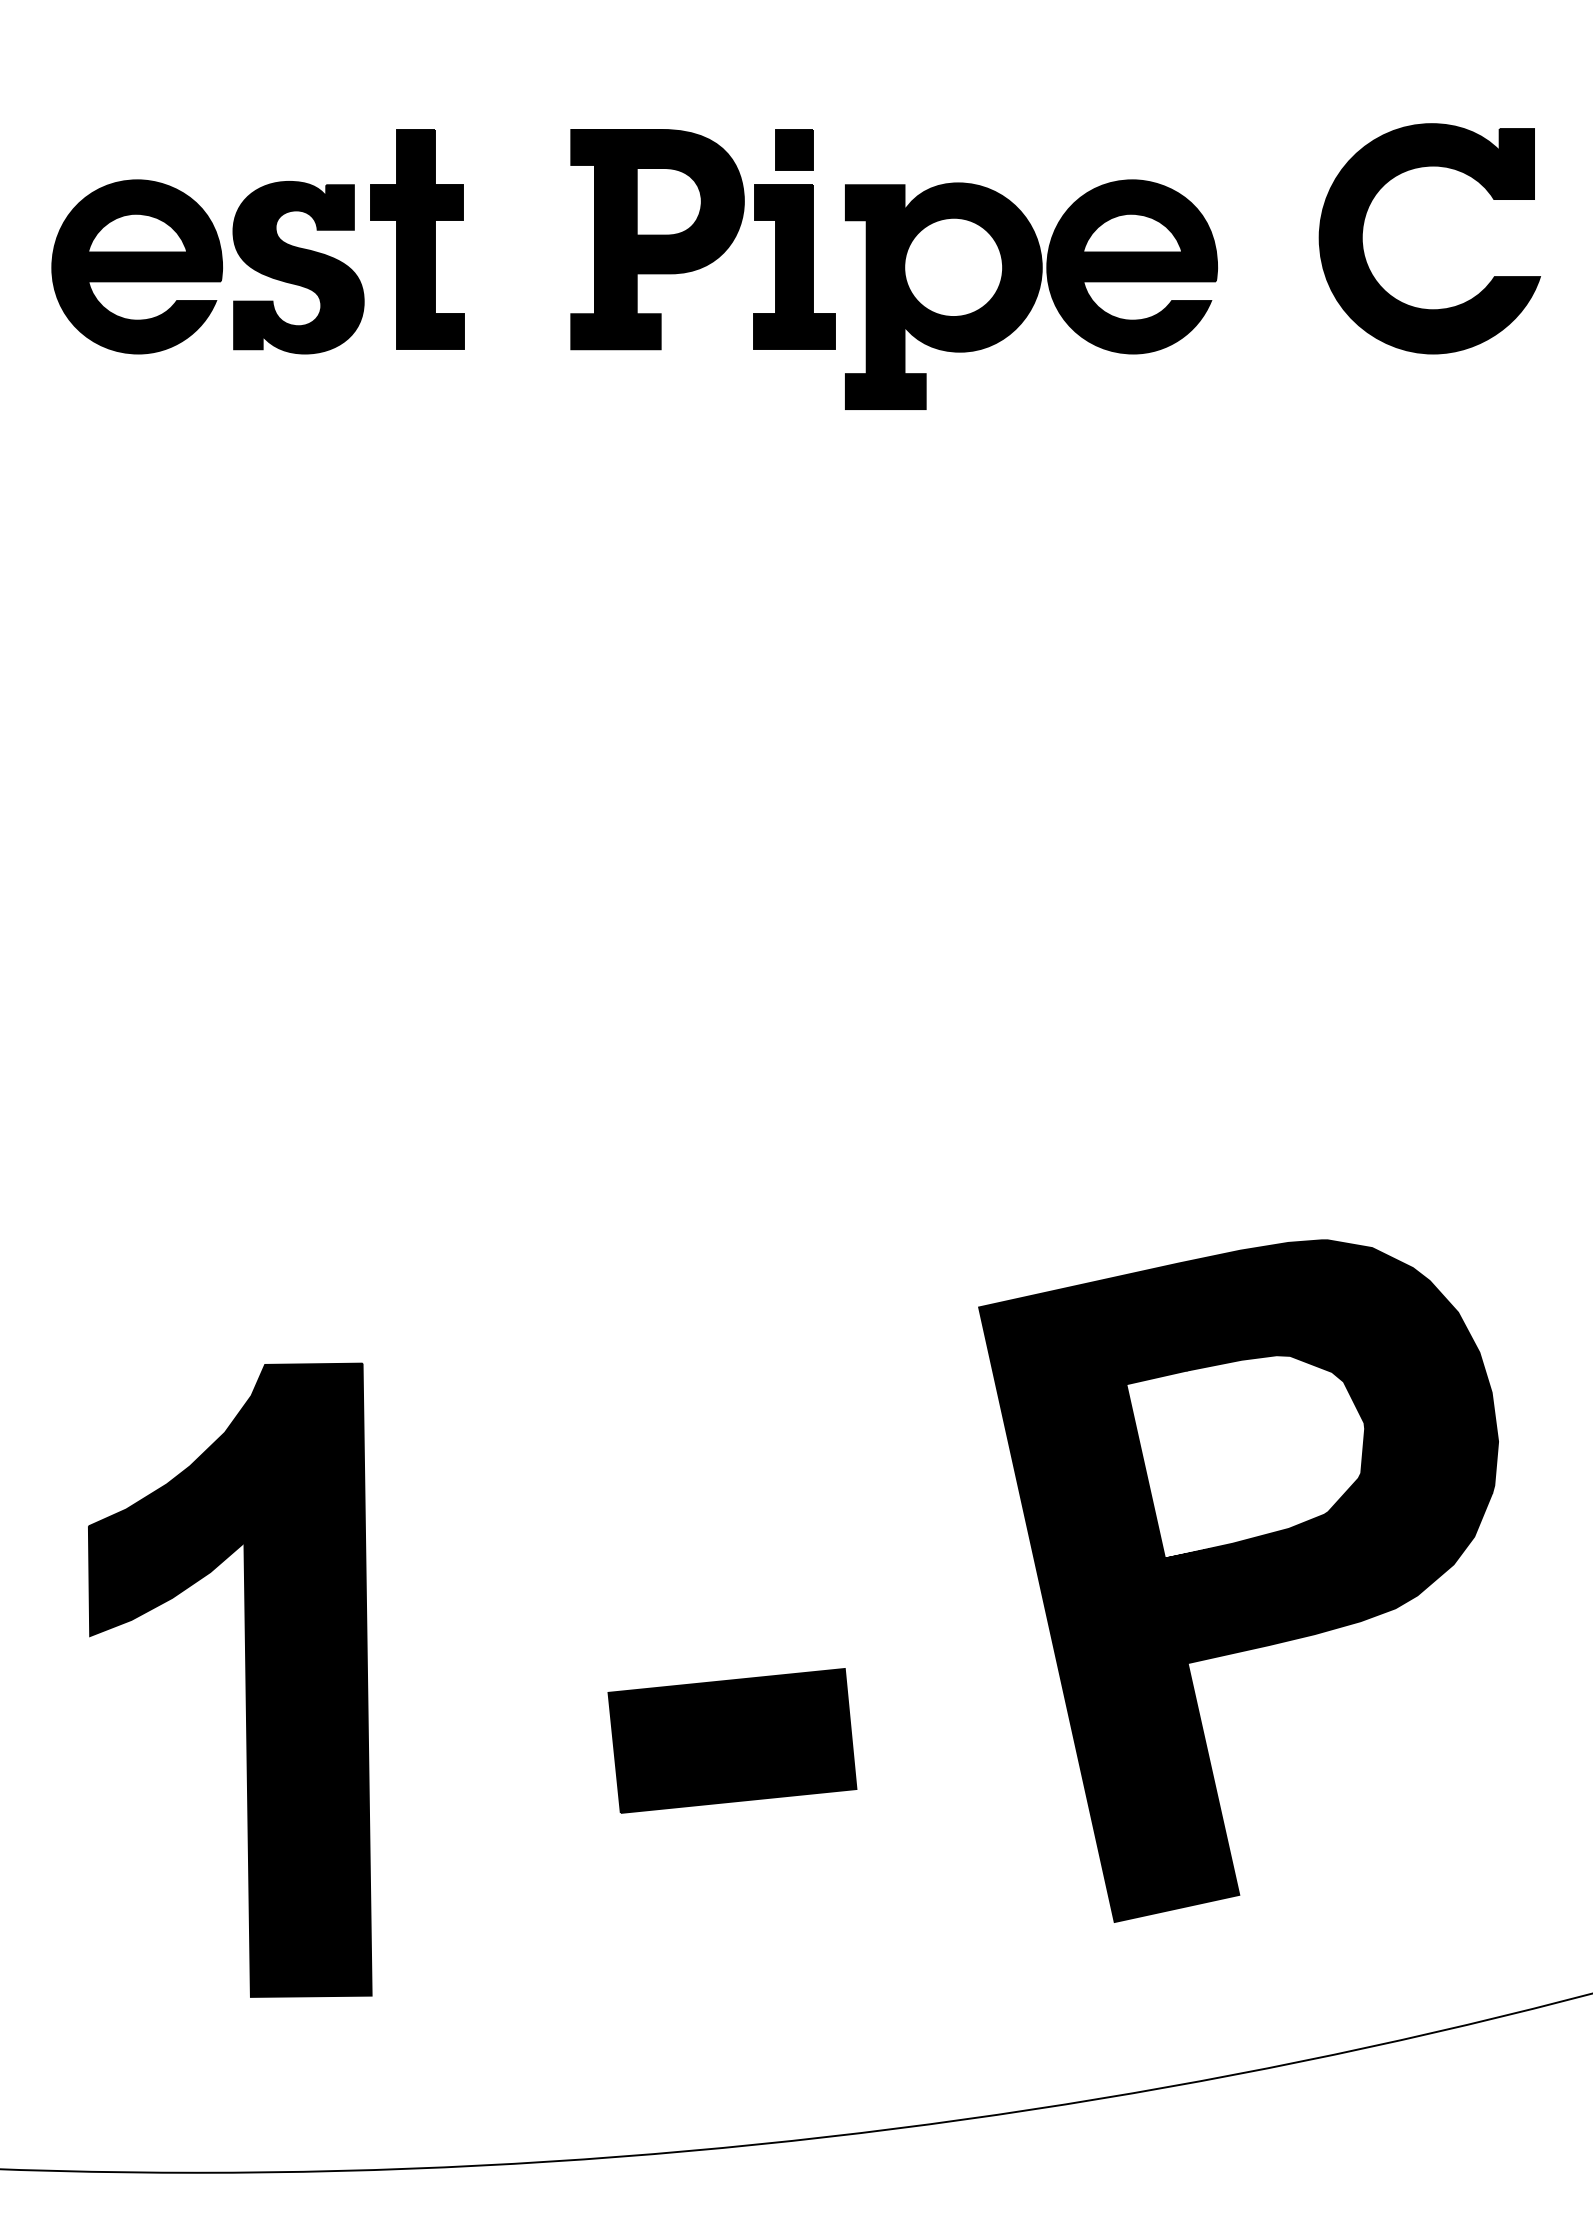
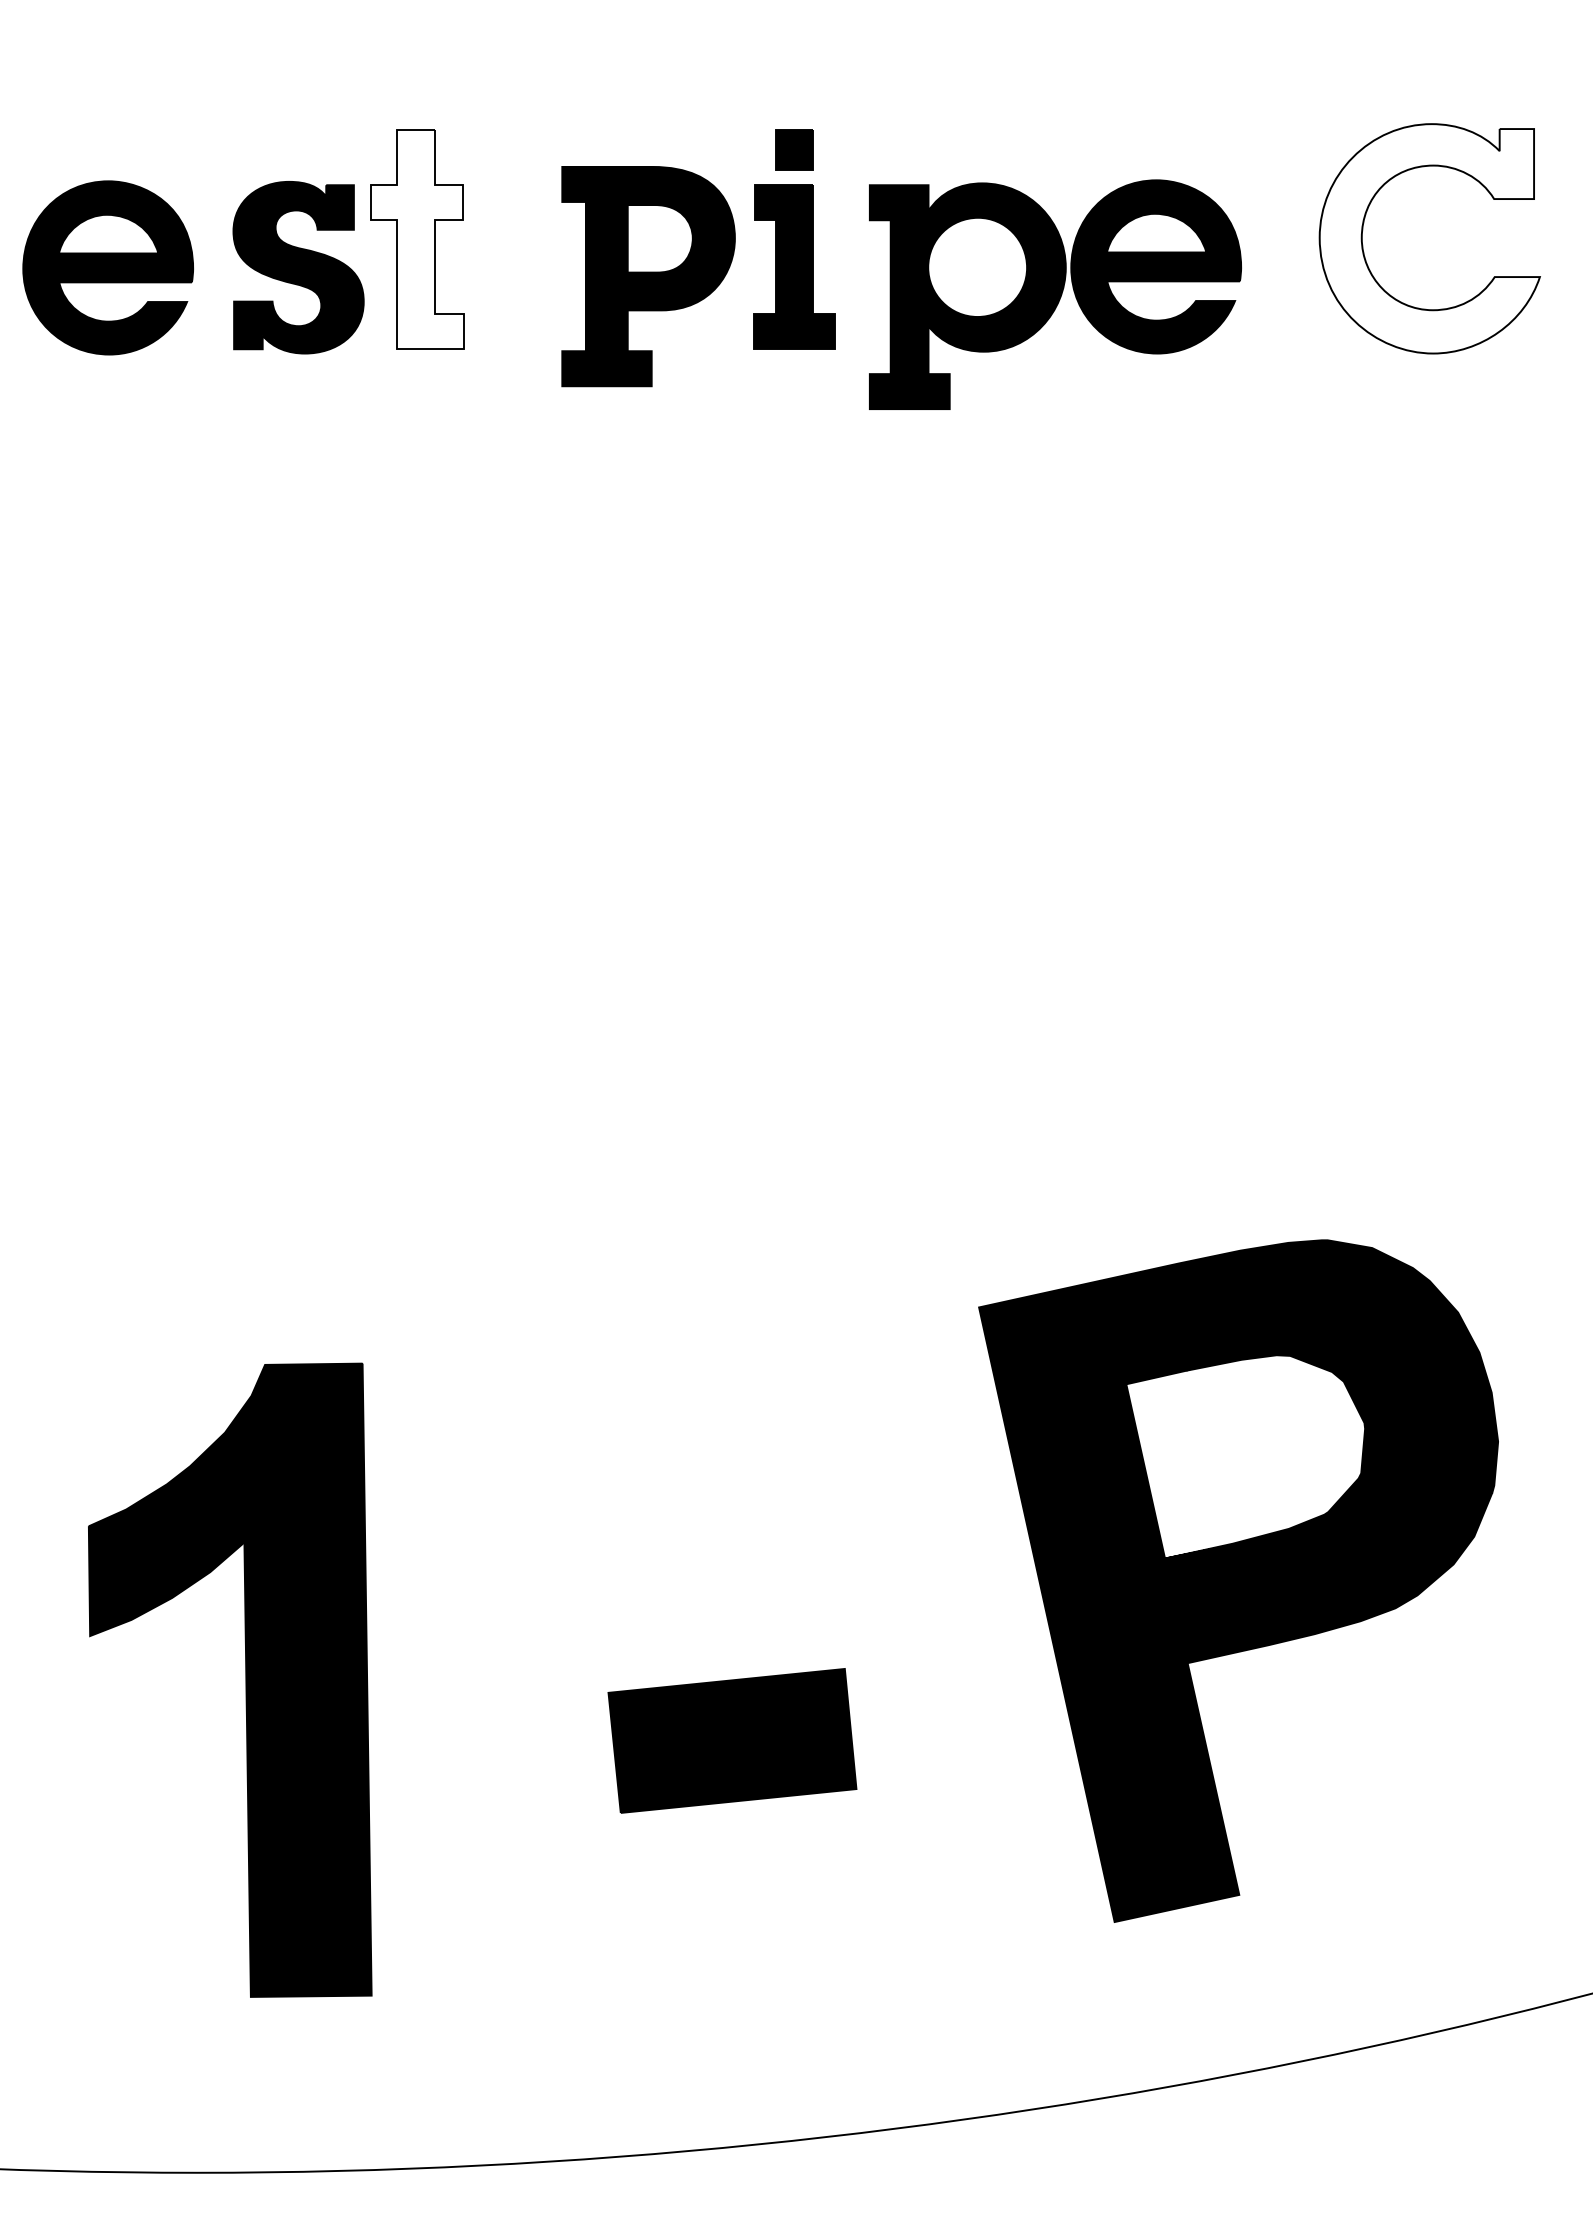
fill at (1429, 238): present -> none
fill at (417, 239): present -> none
part at (657, 239) position: (657, 239) -> (648, 276)
part at (136, 266) position: (136, 266) -> (107, 267)
part at (1031, 294) position: (1031, 294) -> (1055, 294)
